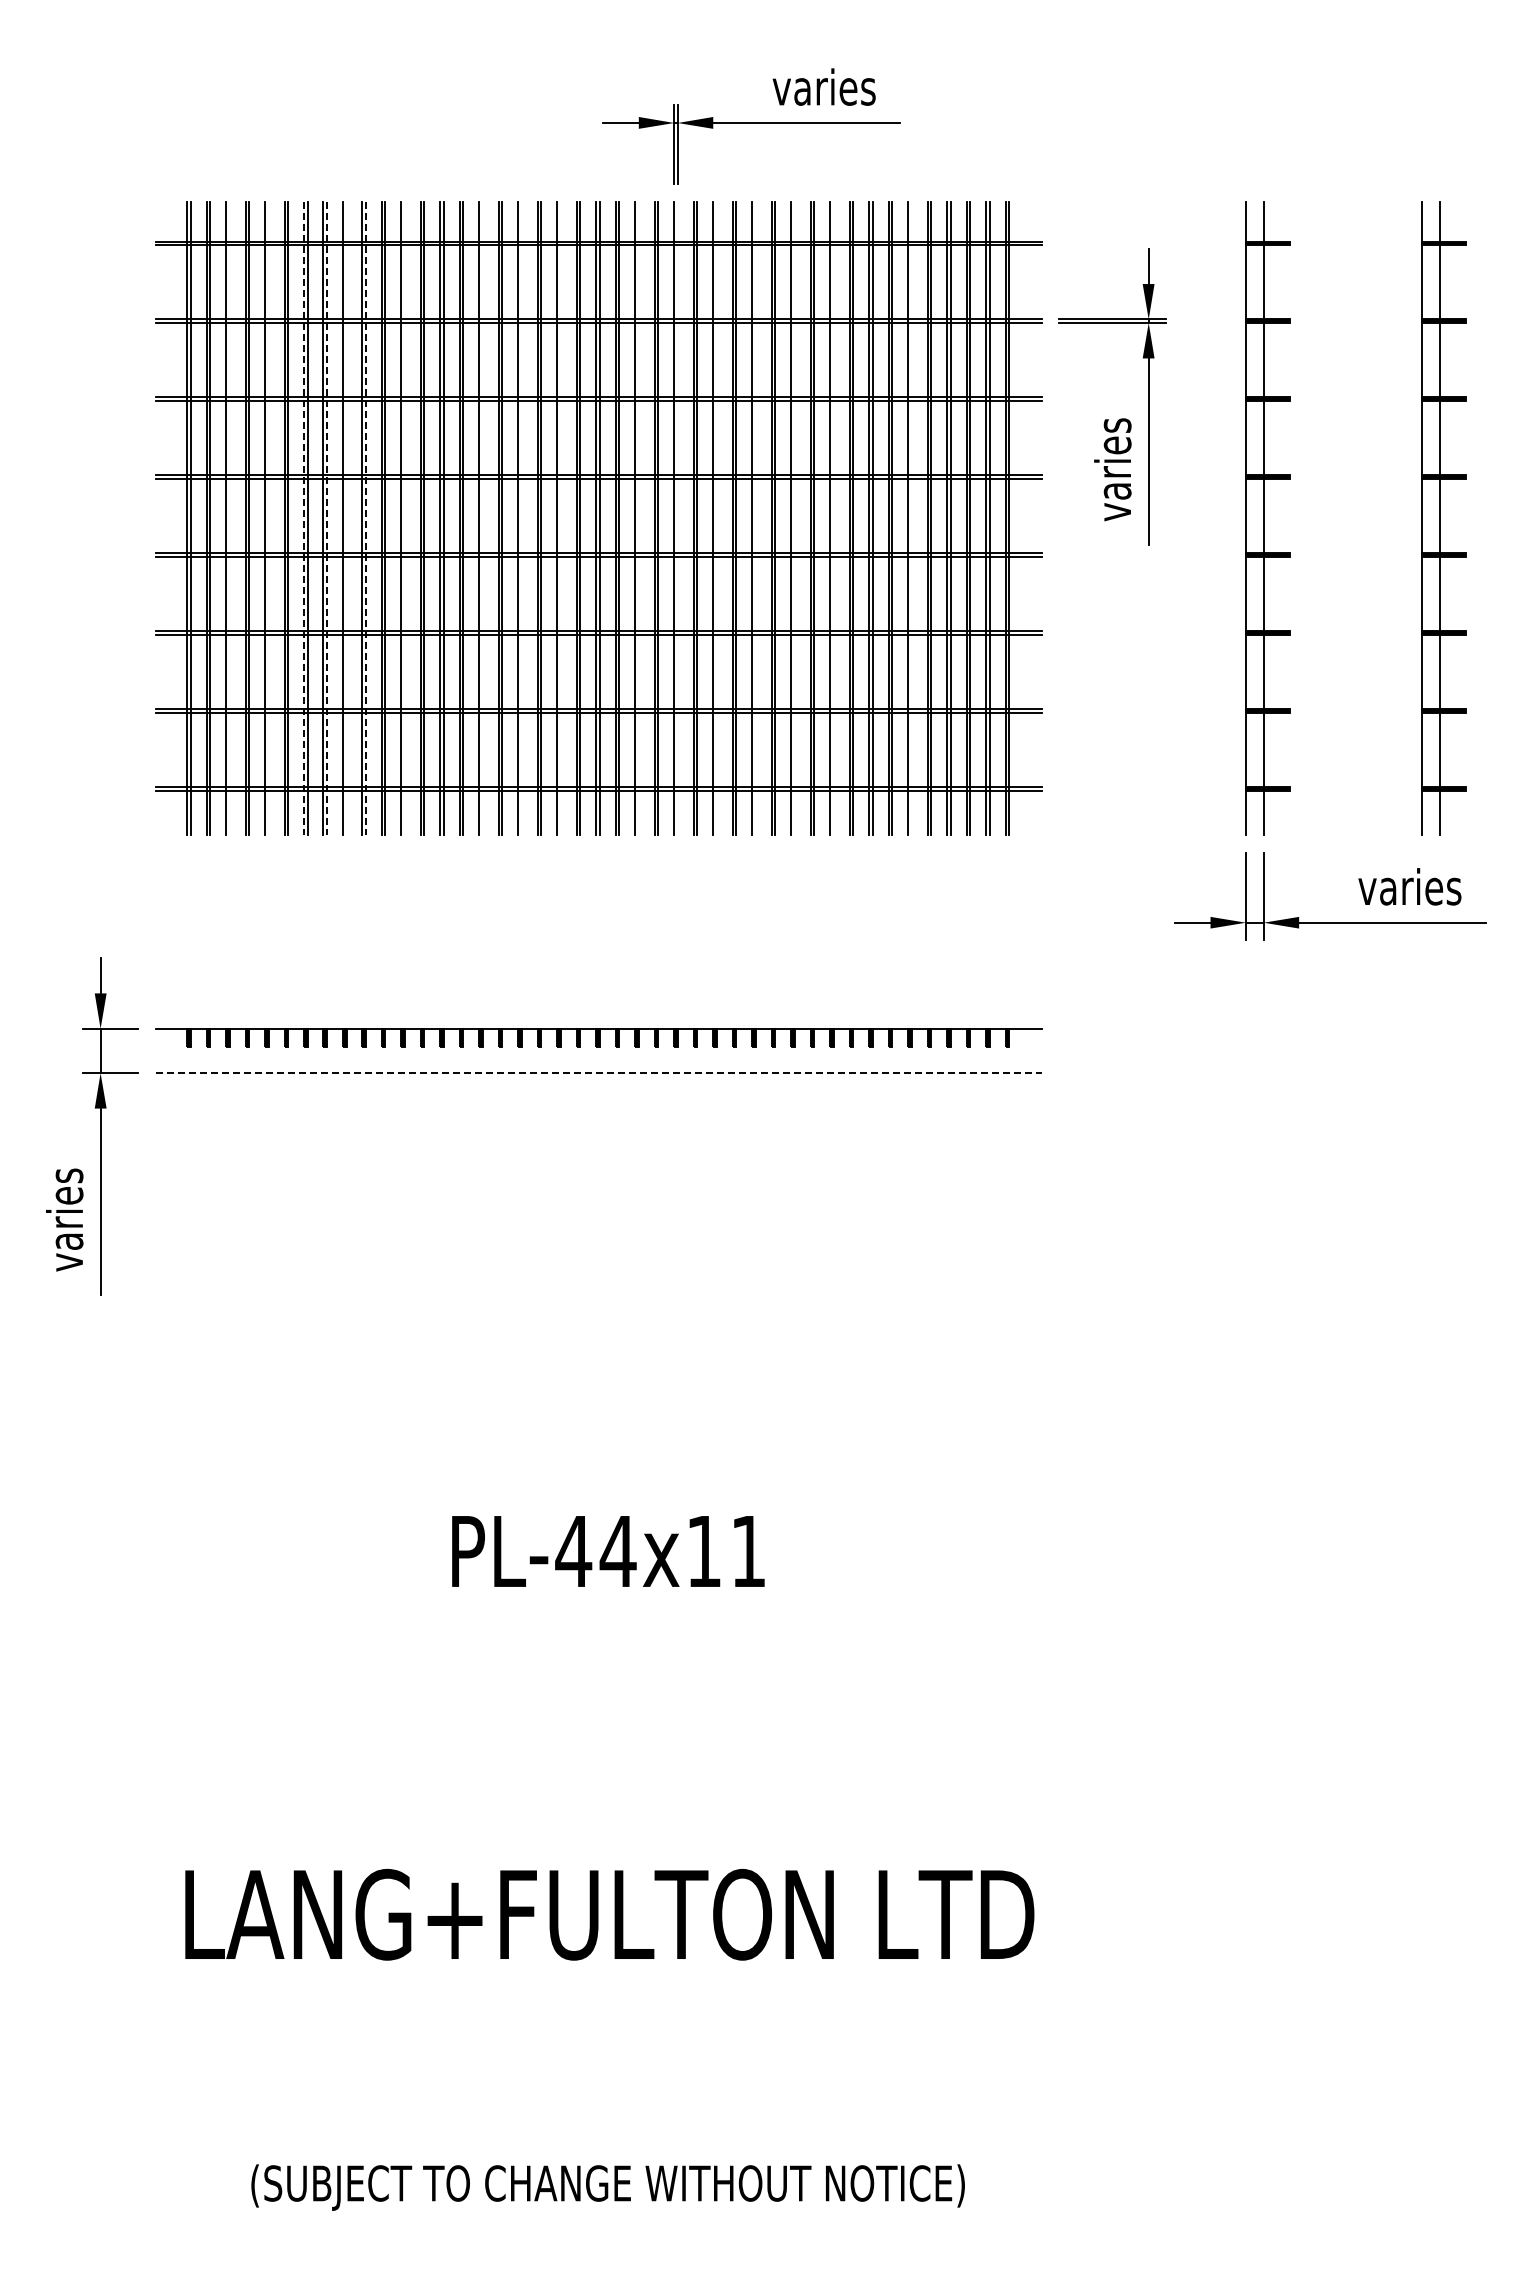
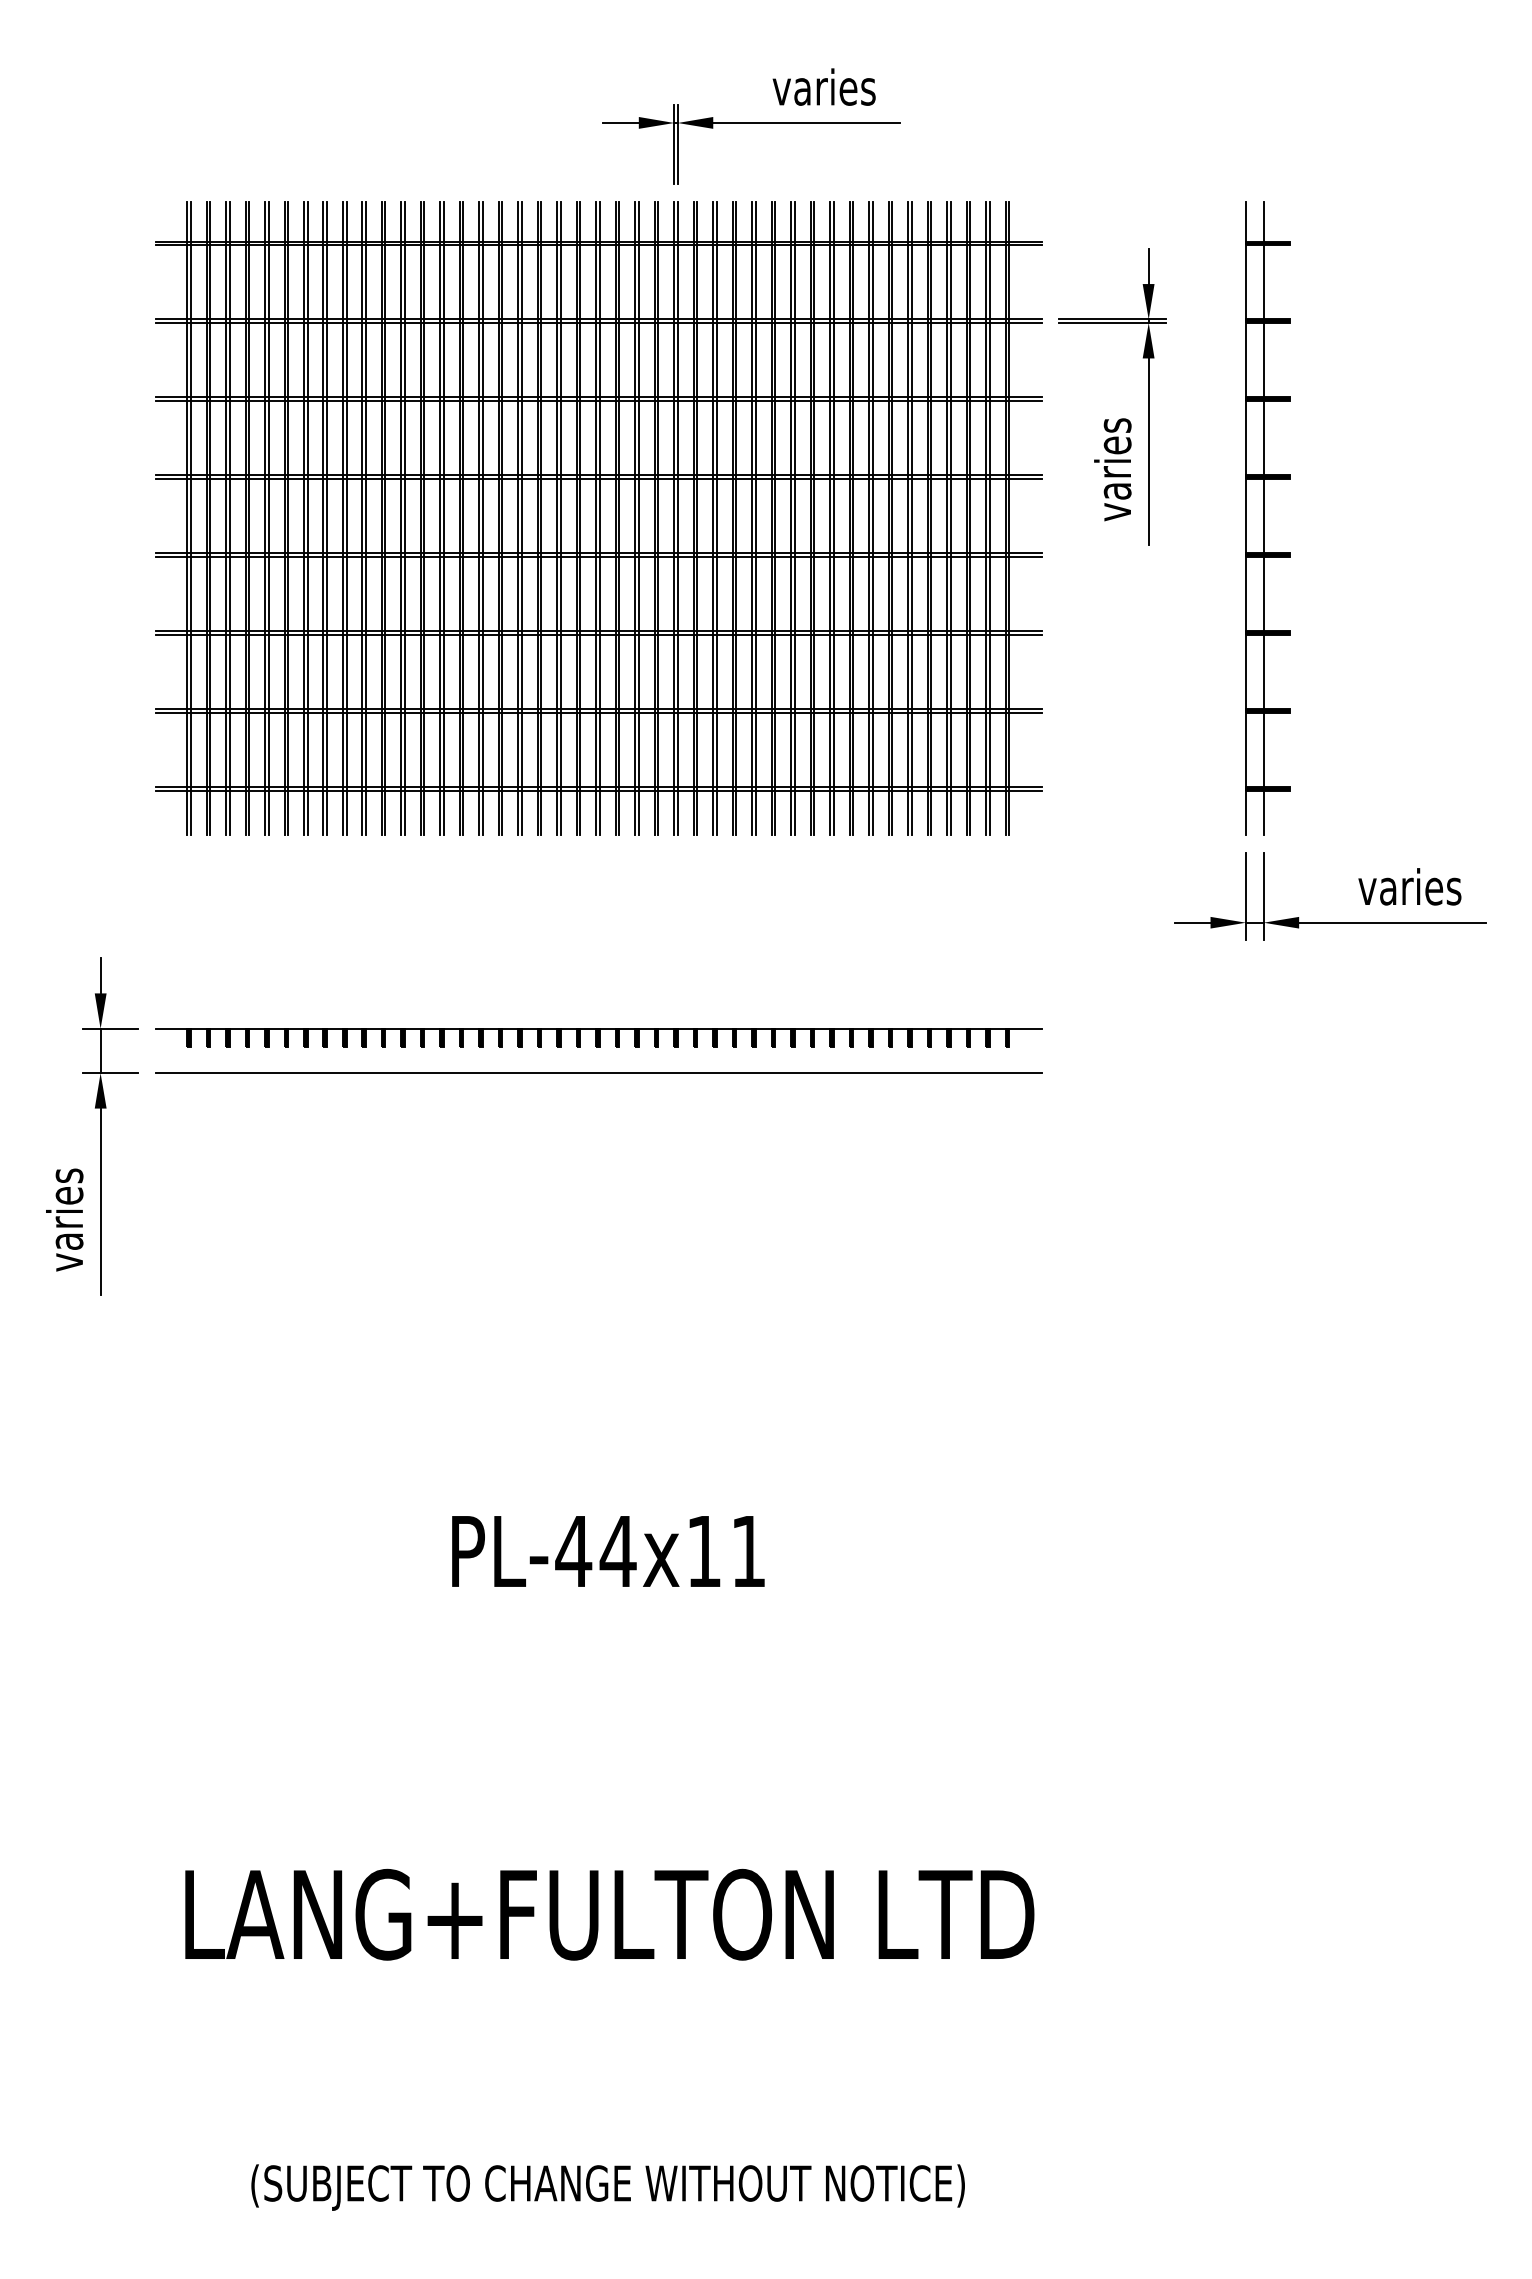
line at (229, 517): none -> present
line at (268, 517): none -> present
line at (346, 517): none -> present
line at (404, 517): none -> present
line at (482, 517): none -> present
line at (521, 517): none -> present
line at (560, 517): none -> present
line at (638, 517): none -> present
line at (677, 517): none -> present
line at (716, 517): none -> present
line at (755, 517): none -> present
line at (794, 517): none -> present
line at (833, 517): none -> present
line at (911, 517): none -> present
line at (303, 518): dashed -> solid
line at (327, 518): dashed -> solid
line at (366, 518): dashed -> solid
part at (1443, 518): present -> none
line at (598, 1073): dashed -> solid
